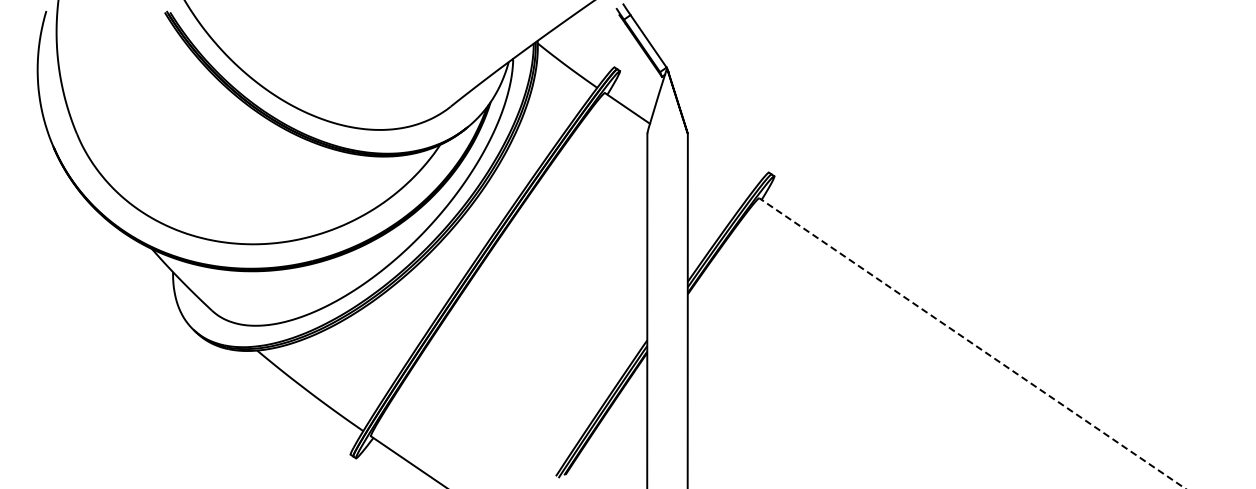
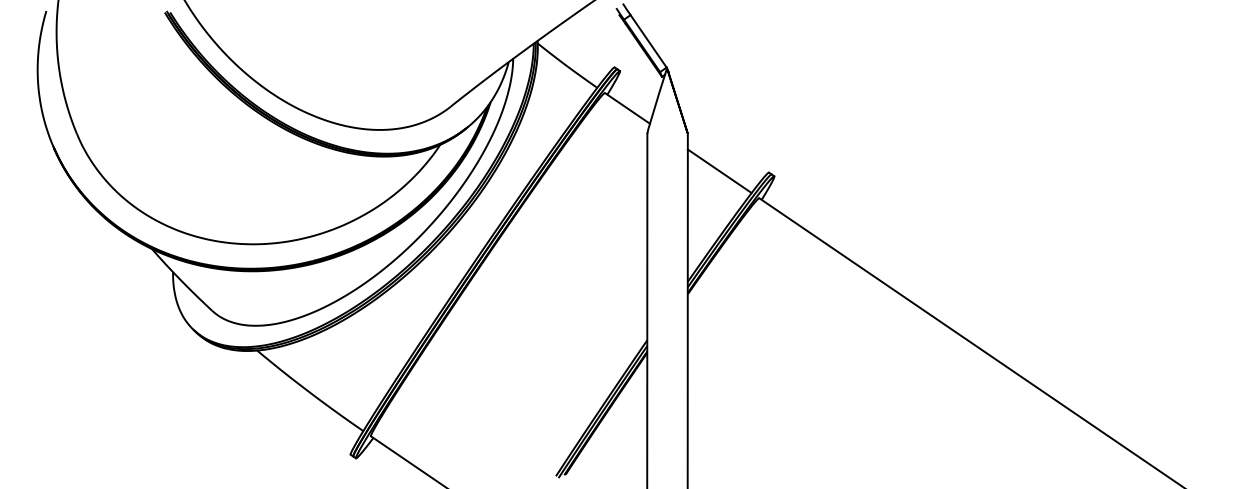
line at (719, 171): none -> present
line at (972, 343): dashed -> solid
